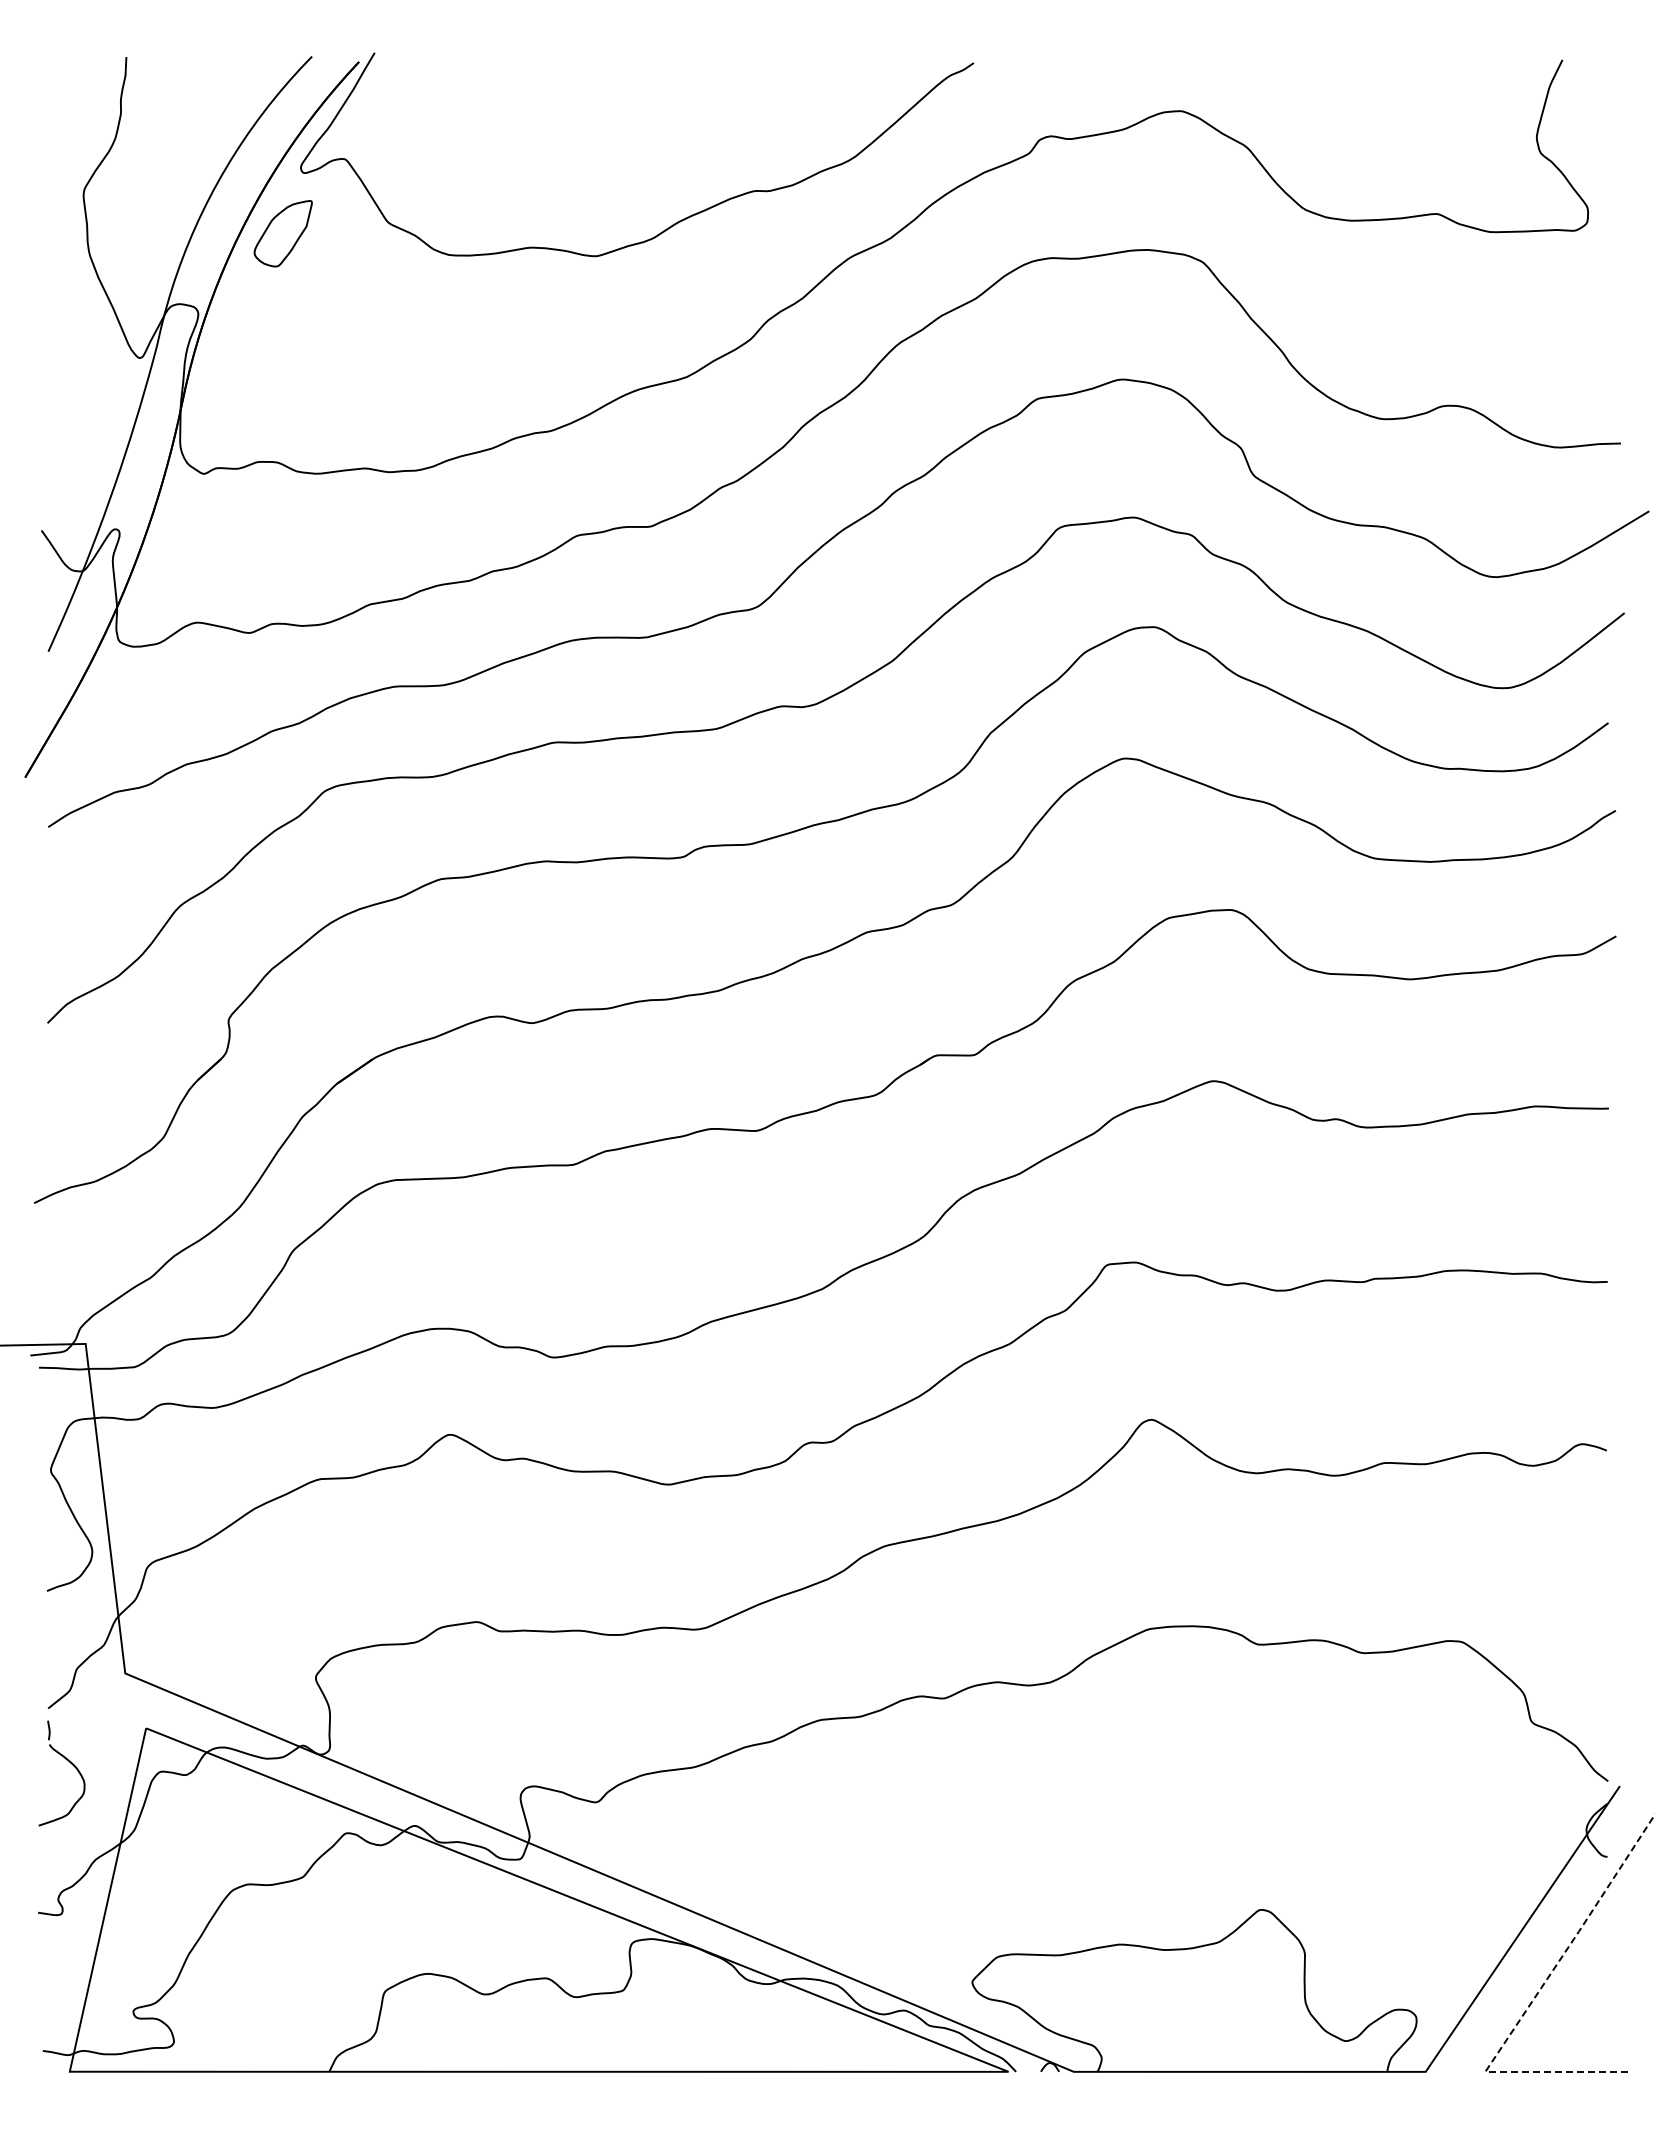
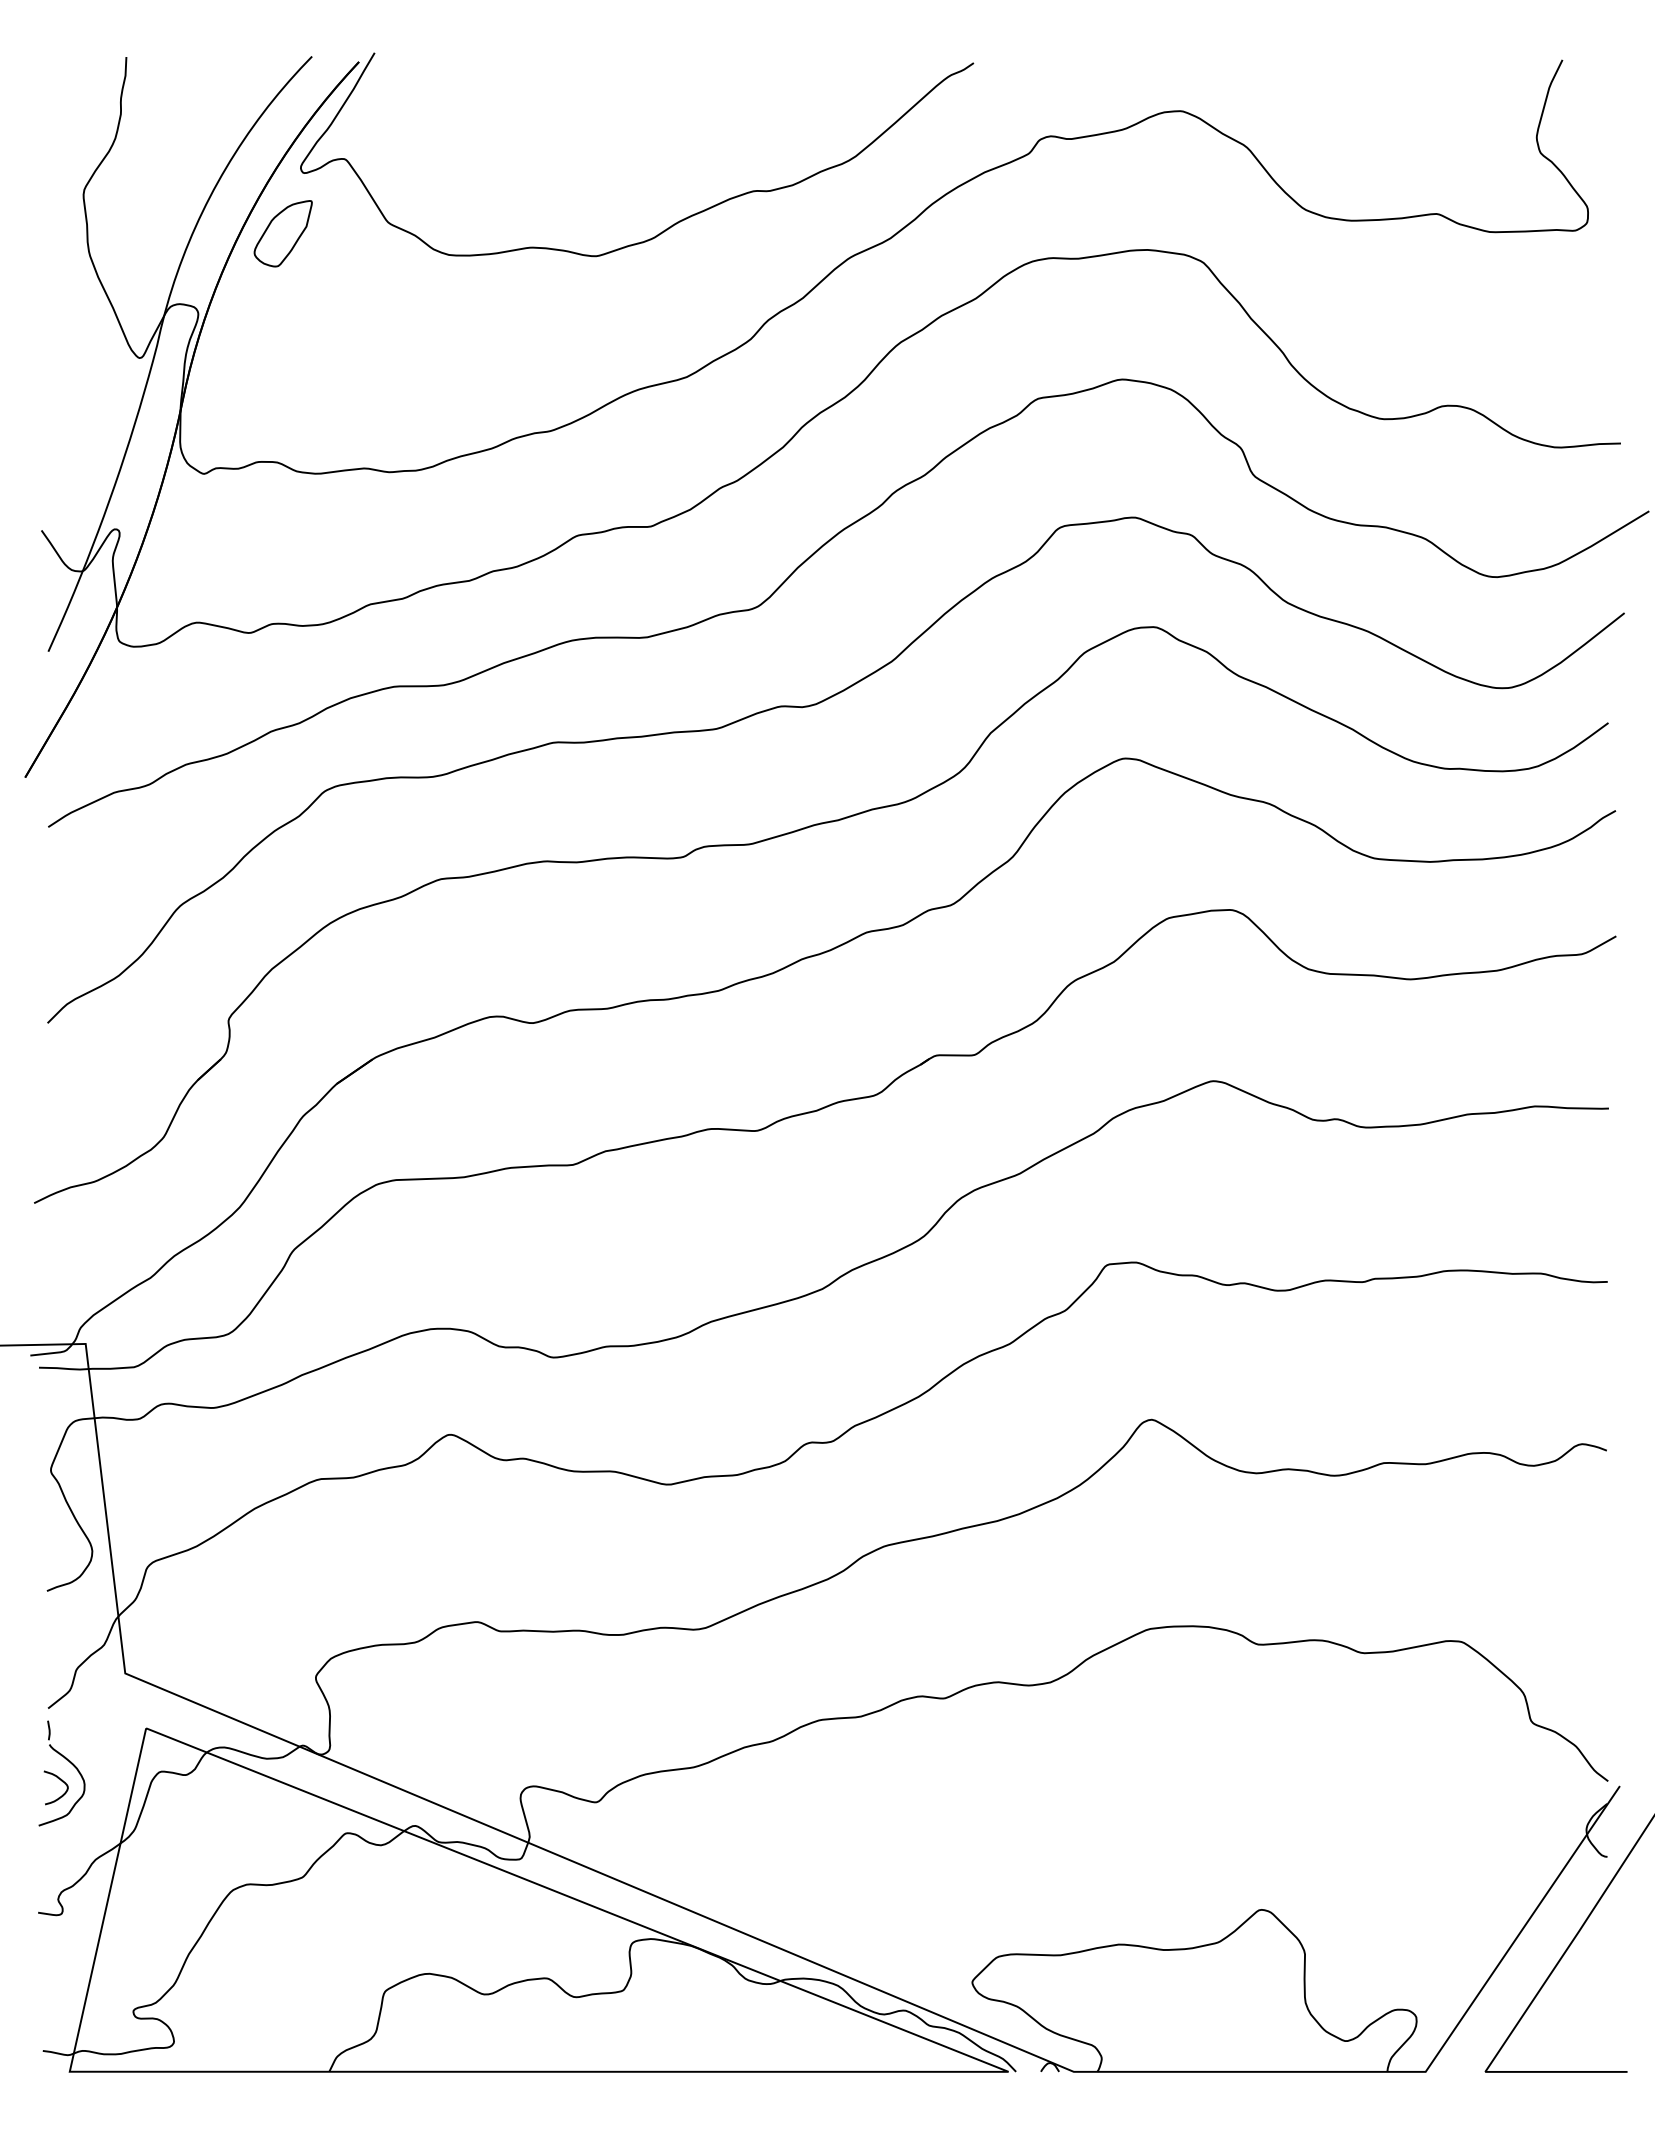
curve at (61, 1781): none -> present
line at (1531, 2002): dashed -> solid
